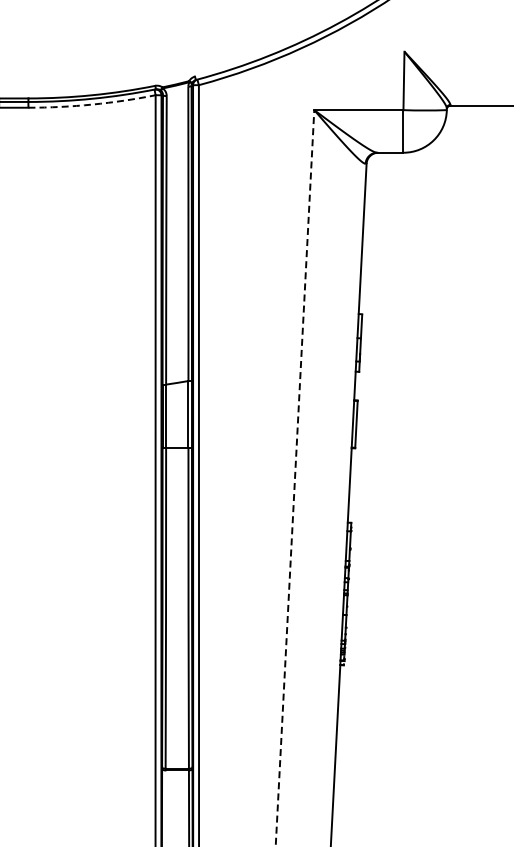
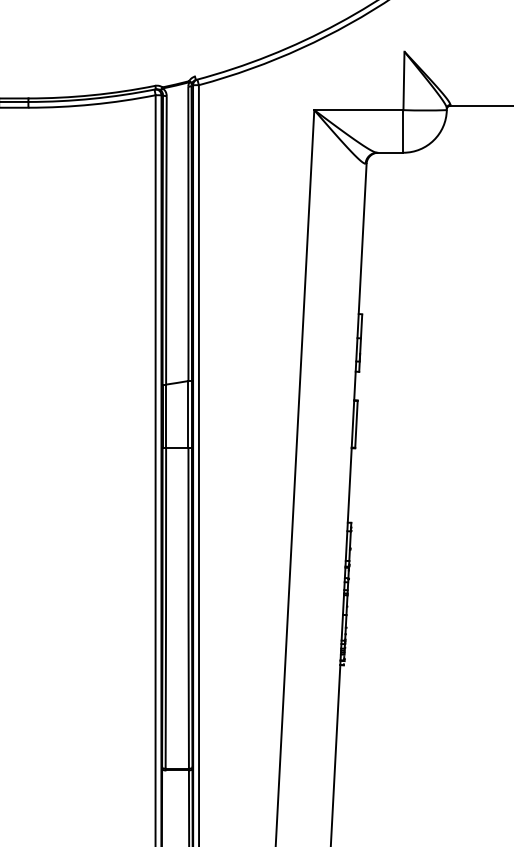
arc at (92, 104): dashed -> solid
line at (295, 478): dashed -> solid
